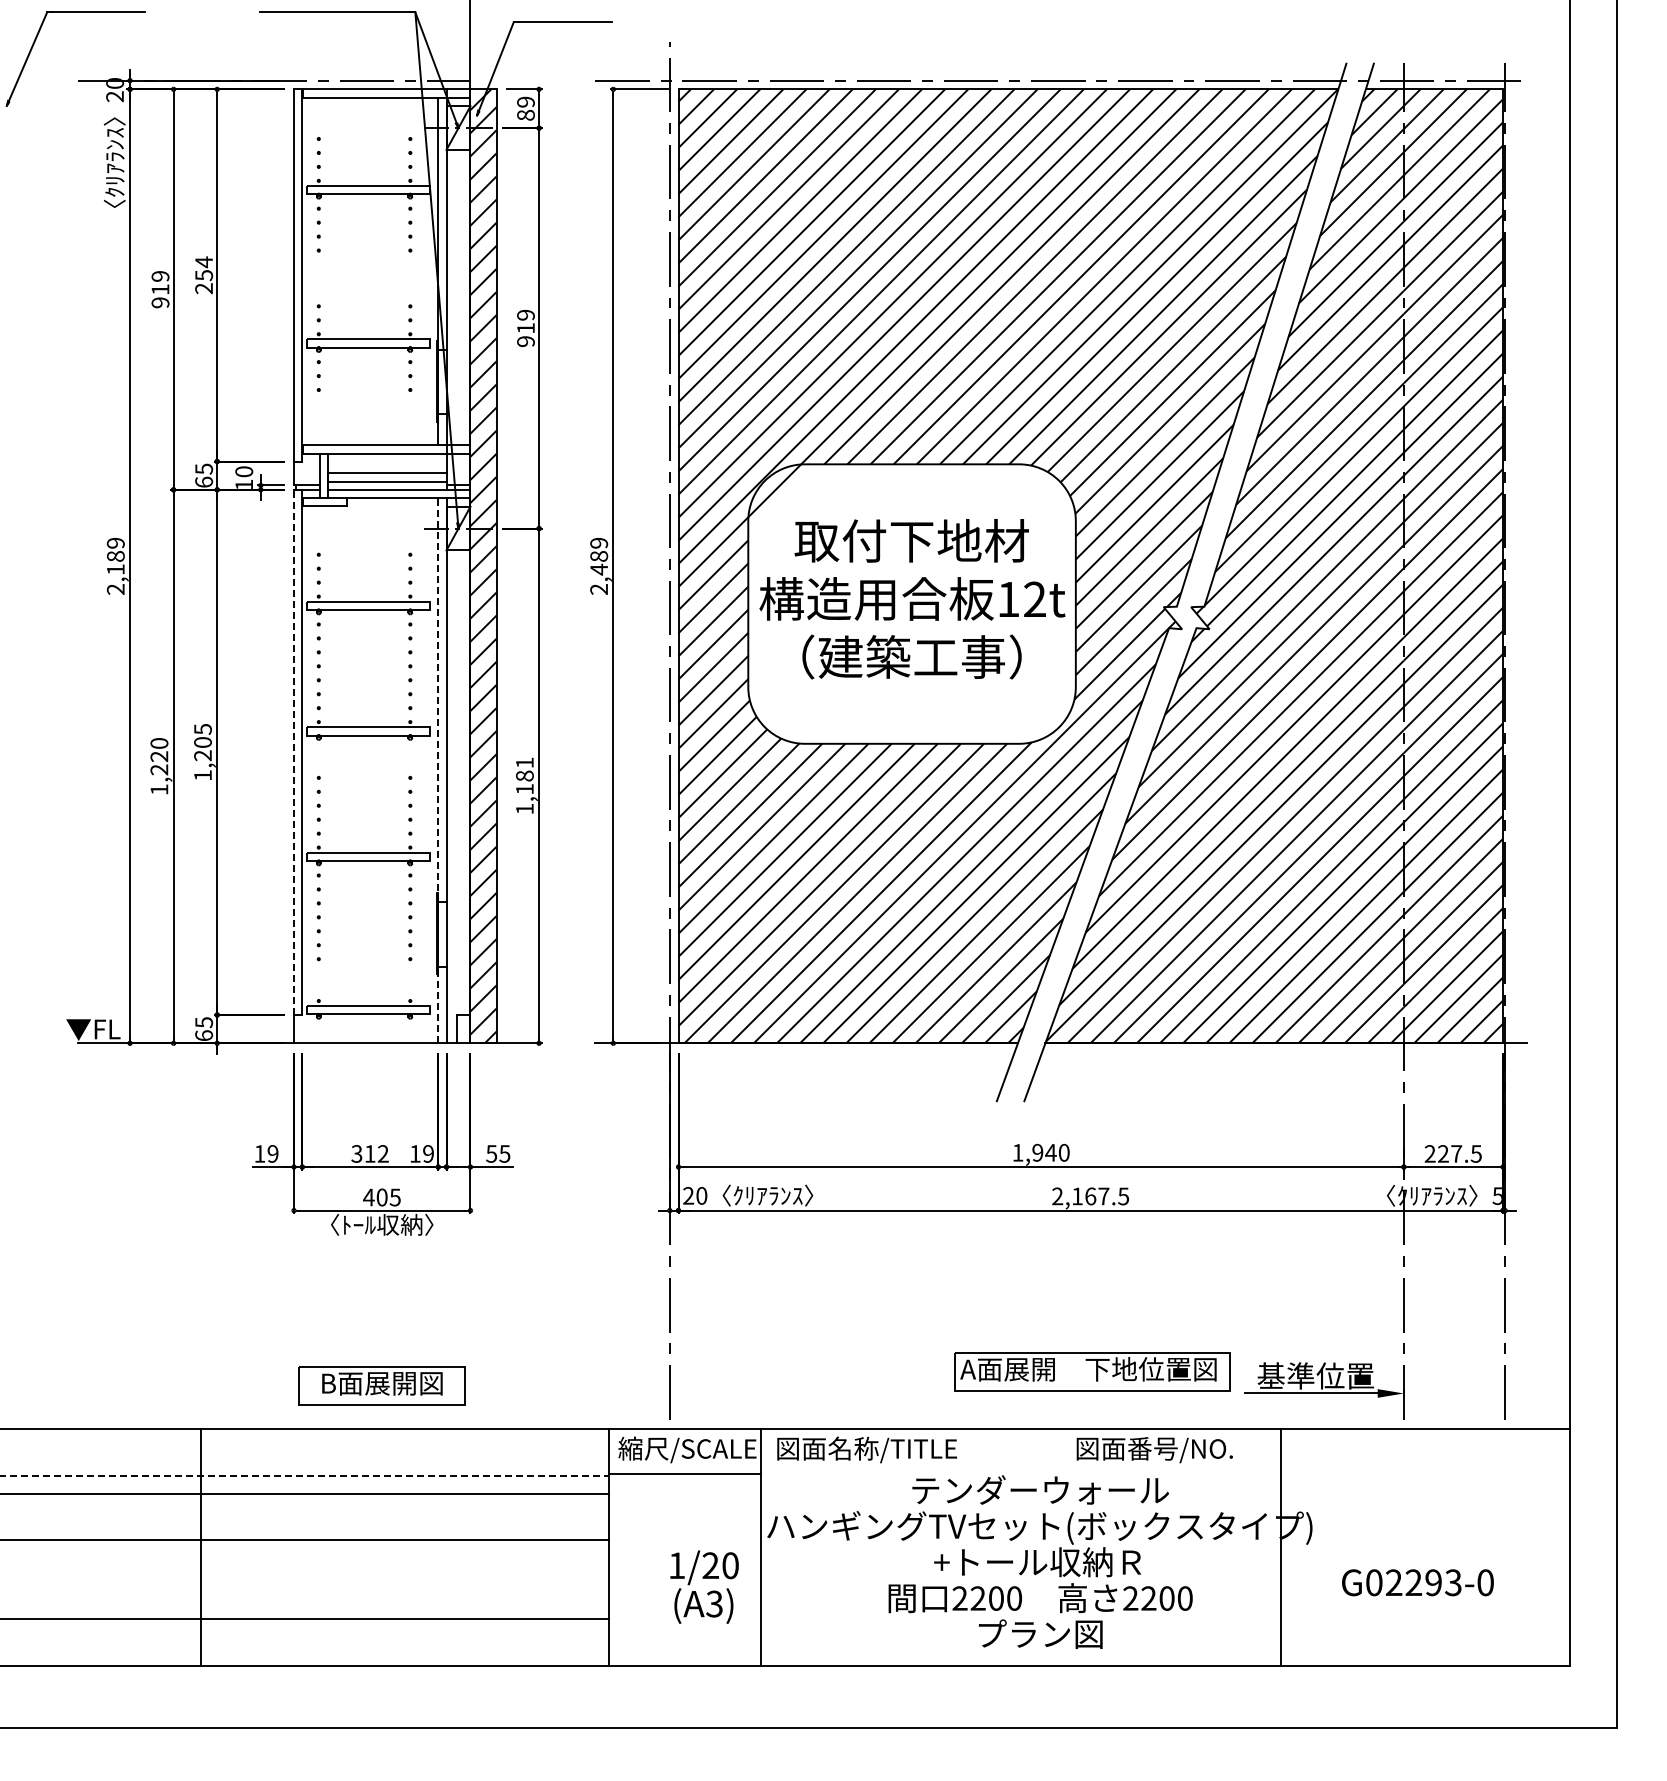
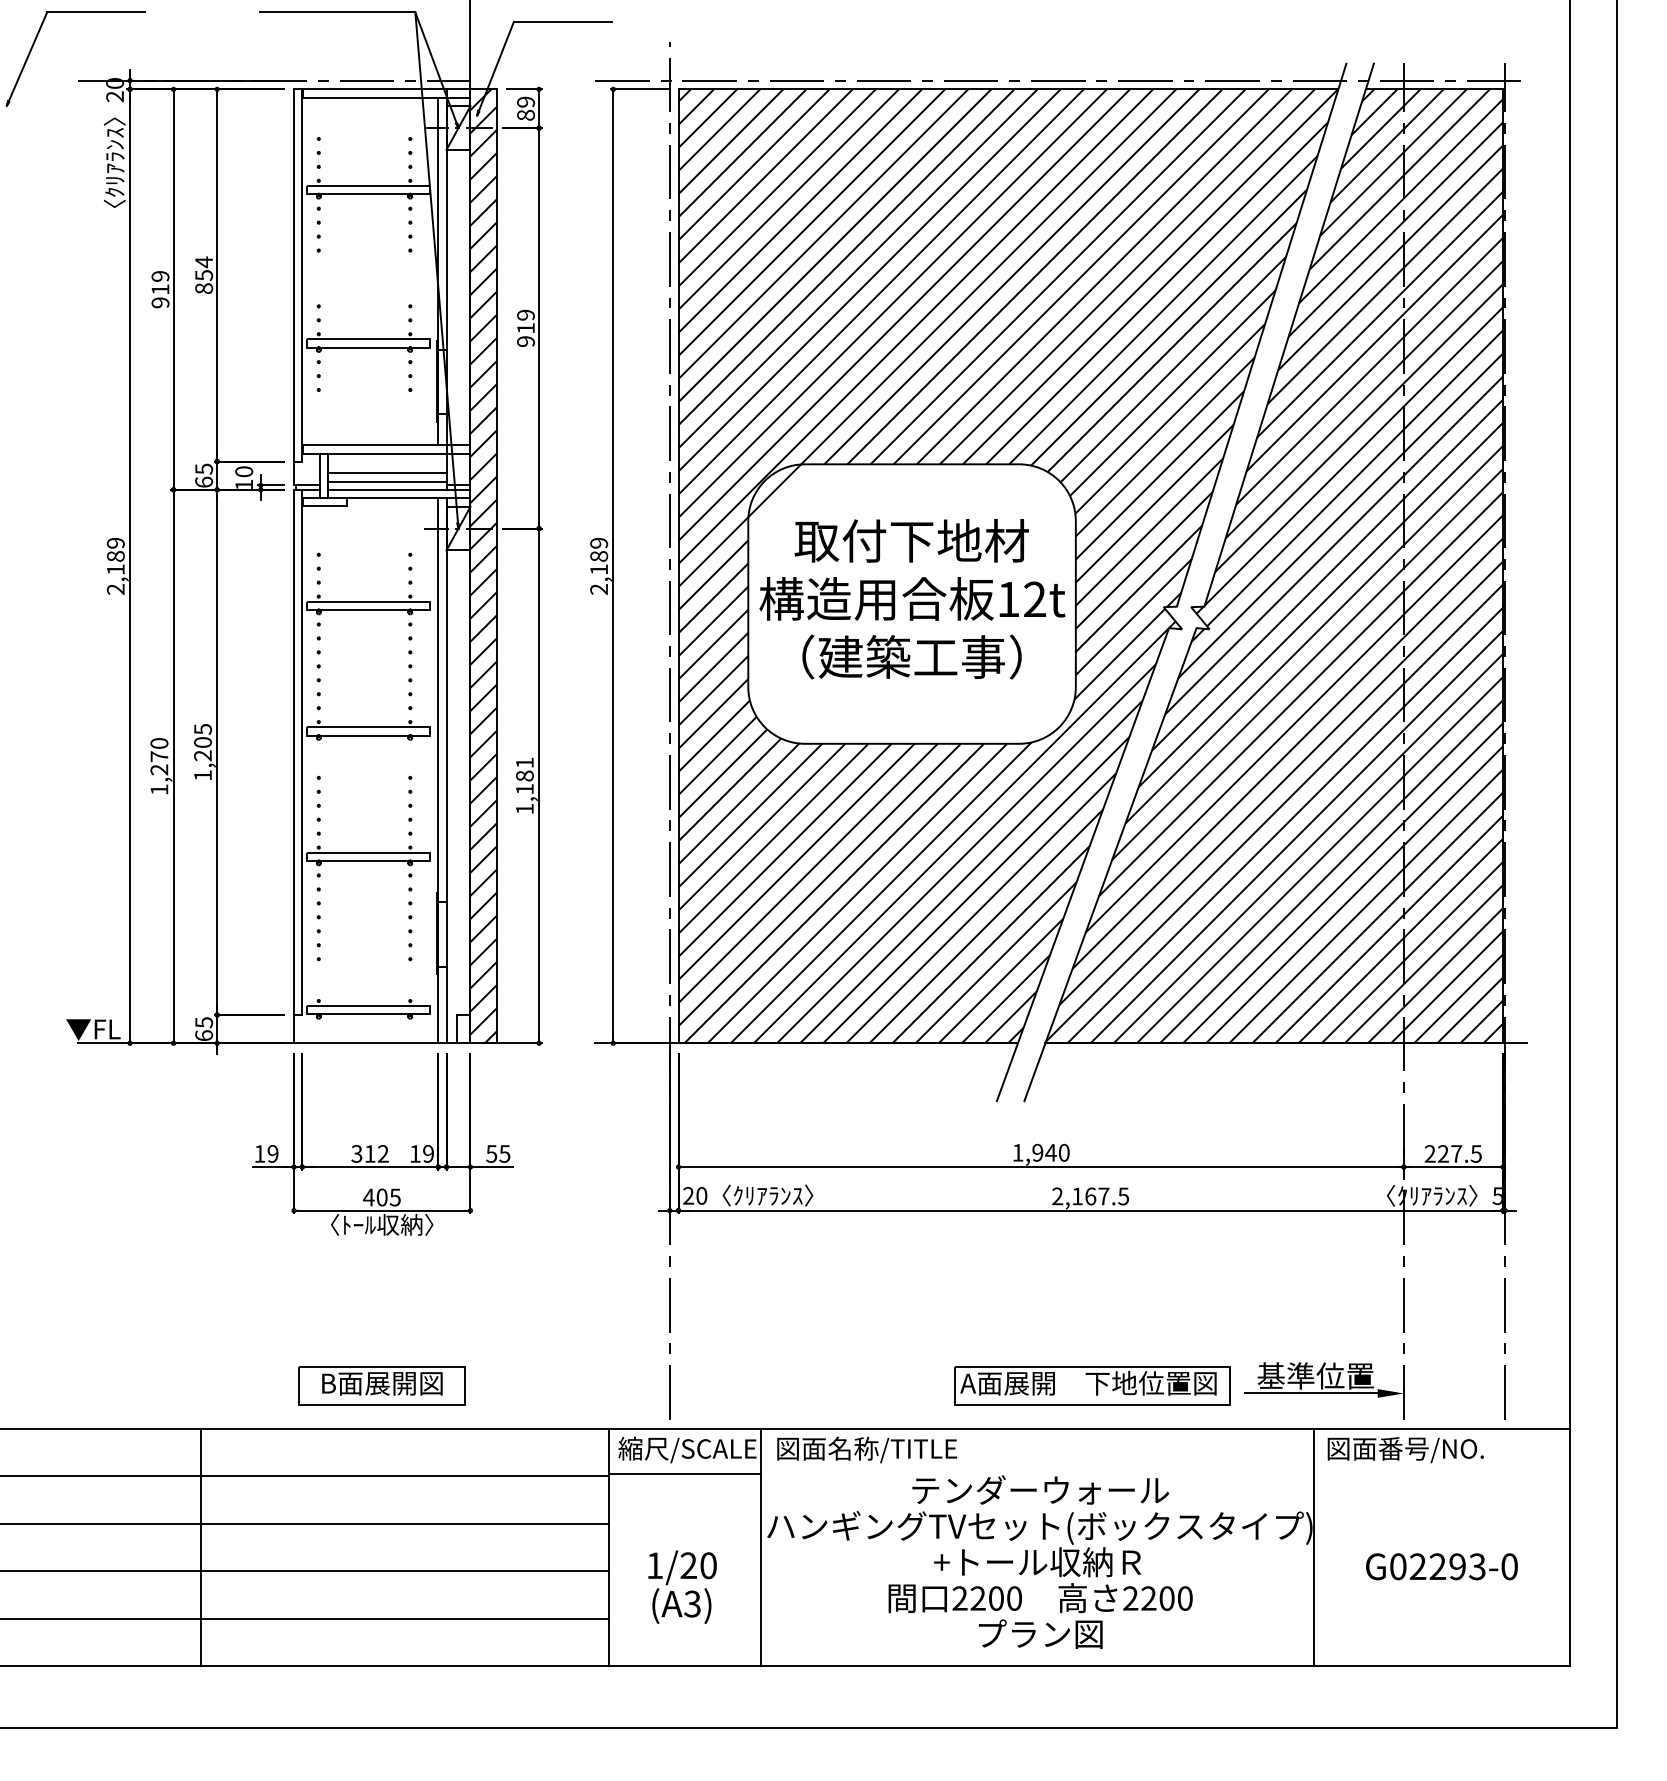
text at (204, 288): 254 -> 854
text at (598, 569): 2,489 -> 2,189
line at (438, 700): dashed -> solid
line at (293, 752): dashed -> solid
text at (159, 756): 1,220 -> 1,270
line at (438, 1004): dashed -> solid
part at (1092, 1371) position: (1092, 1371) -> (1092, 1385)
text at (1154, 1450) position: (1154, 1450) -> (1405, 1450)
line at (305, 1476): dashed -> solid
line at (305, 1494) position: (305, 1494) -> (305, 1524)
line at (305, 1540) position: (305, 1540) -> (305, 1571)
line at (1280, 1547) position: (1280, 1547) -> (1313, 1547)
text at (1417, 1582) position: (1417, 1582) -> (1441, 1566)
text at (704, 1586) position: (704, 1586) -> (682, 1586)
